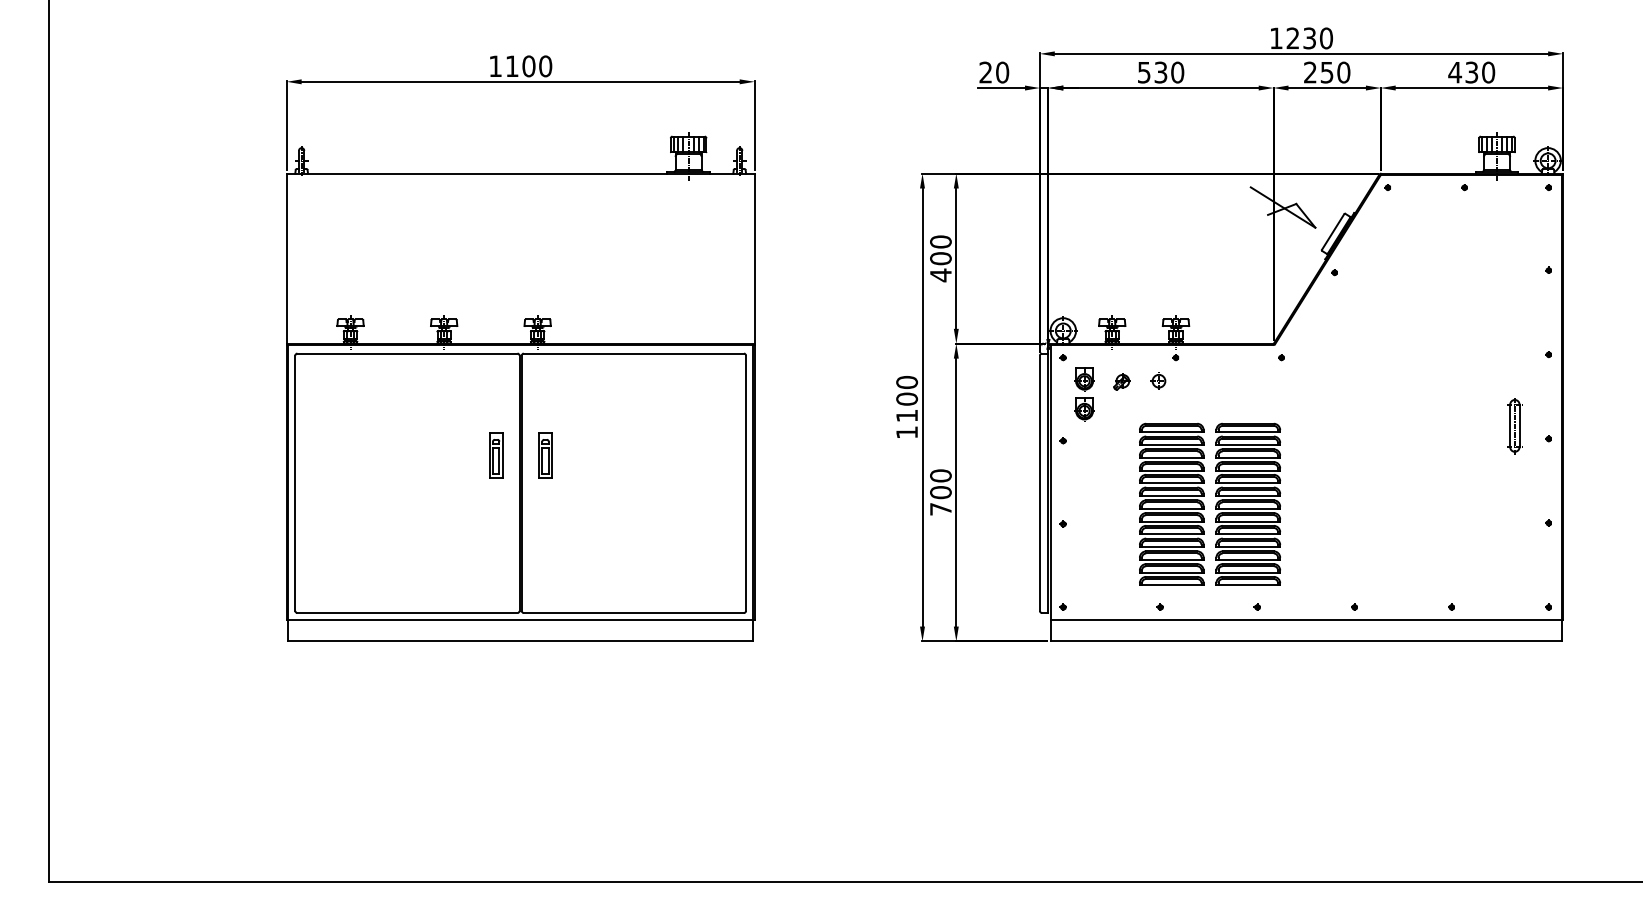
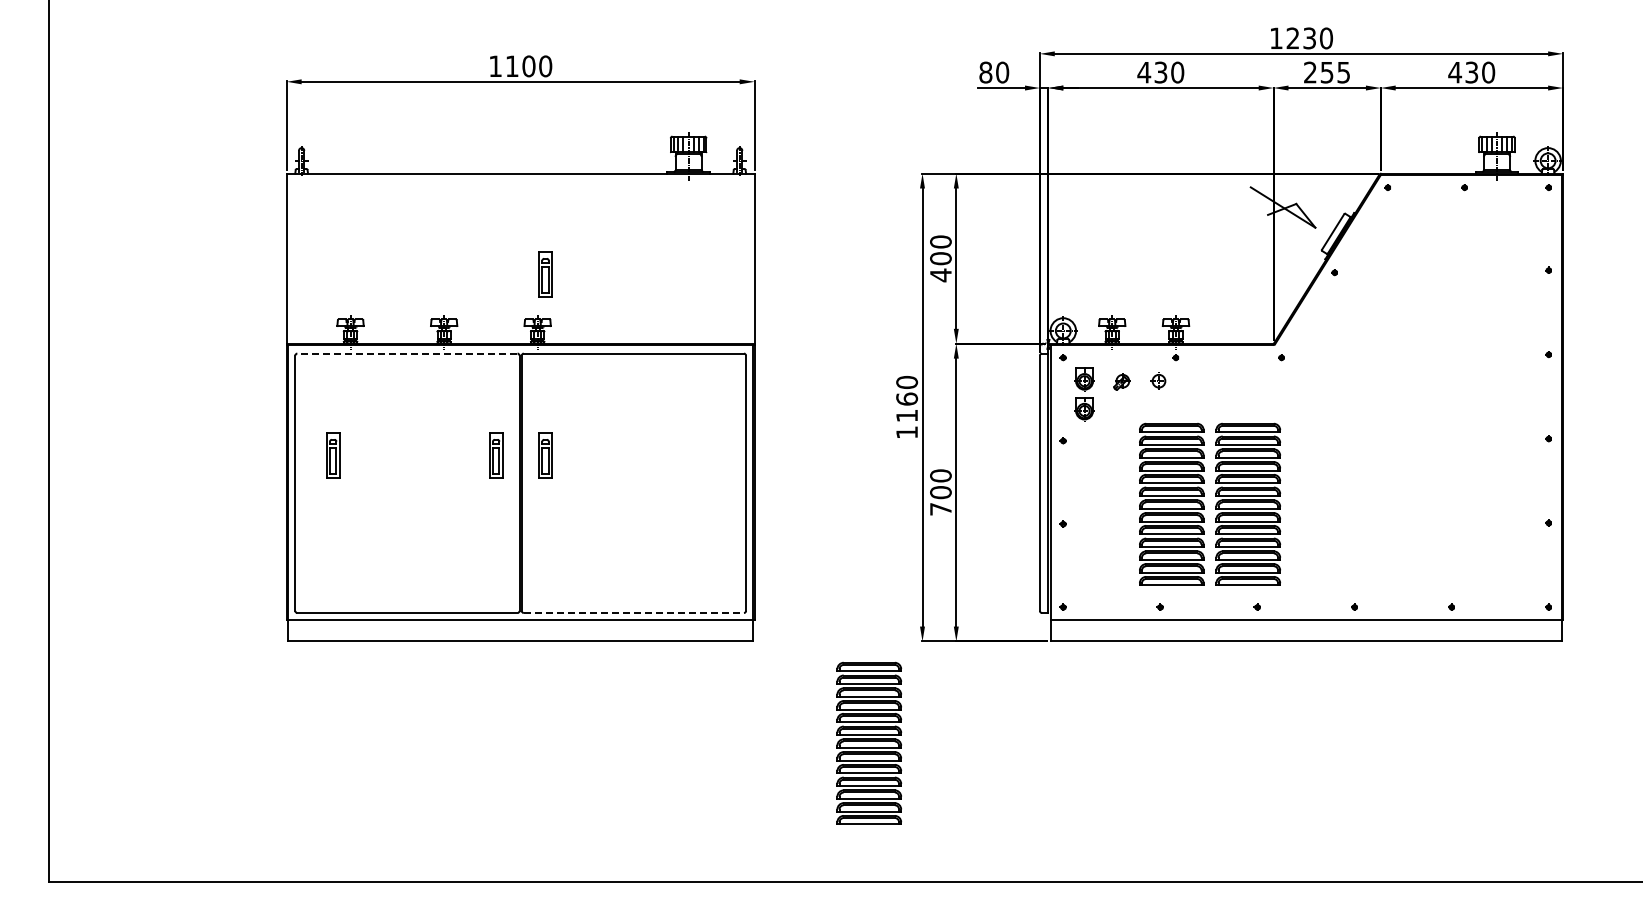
text at (985, 72): 20 -> 80
text at (1144, 72): 530 -> 430
text at (1343, 72): 250 -> 255
part at (545, 274): none -> present
line at (406, 353): solid -> dashed
text at (906, 398): 1100 -> 1160
part at (1514, 426): present -> none
part at (333, 455): none -> present
line at (634, 613): solid -> dashed
part at (869, 742): none -> present
